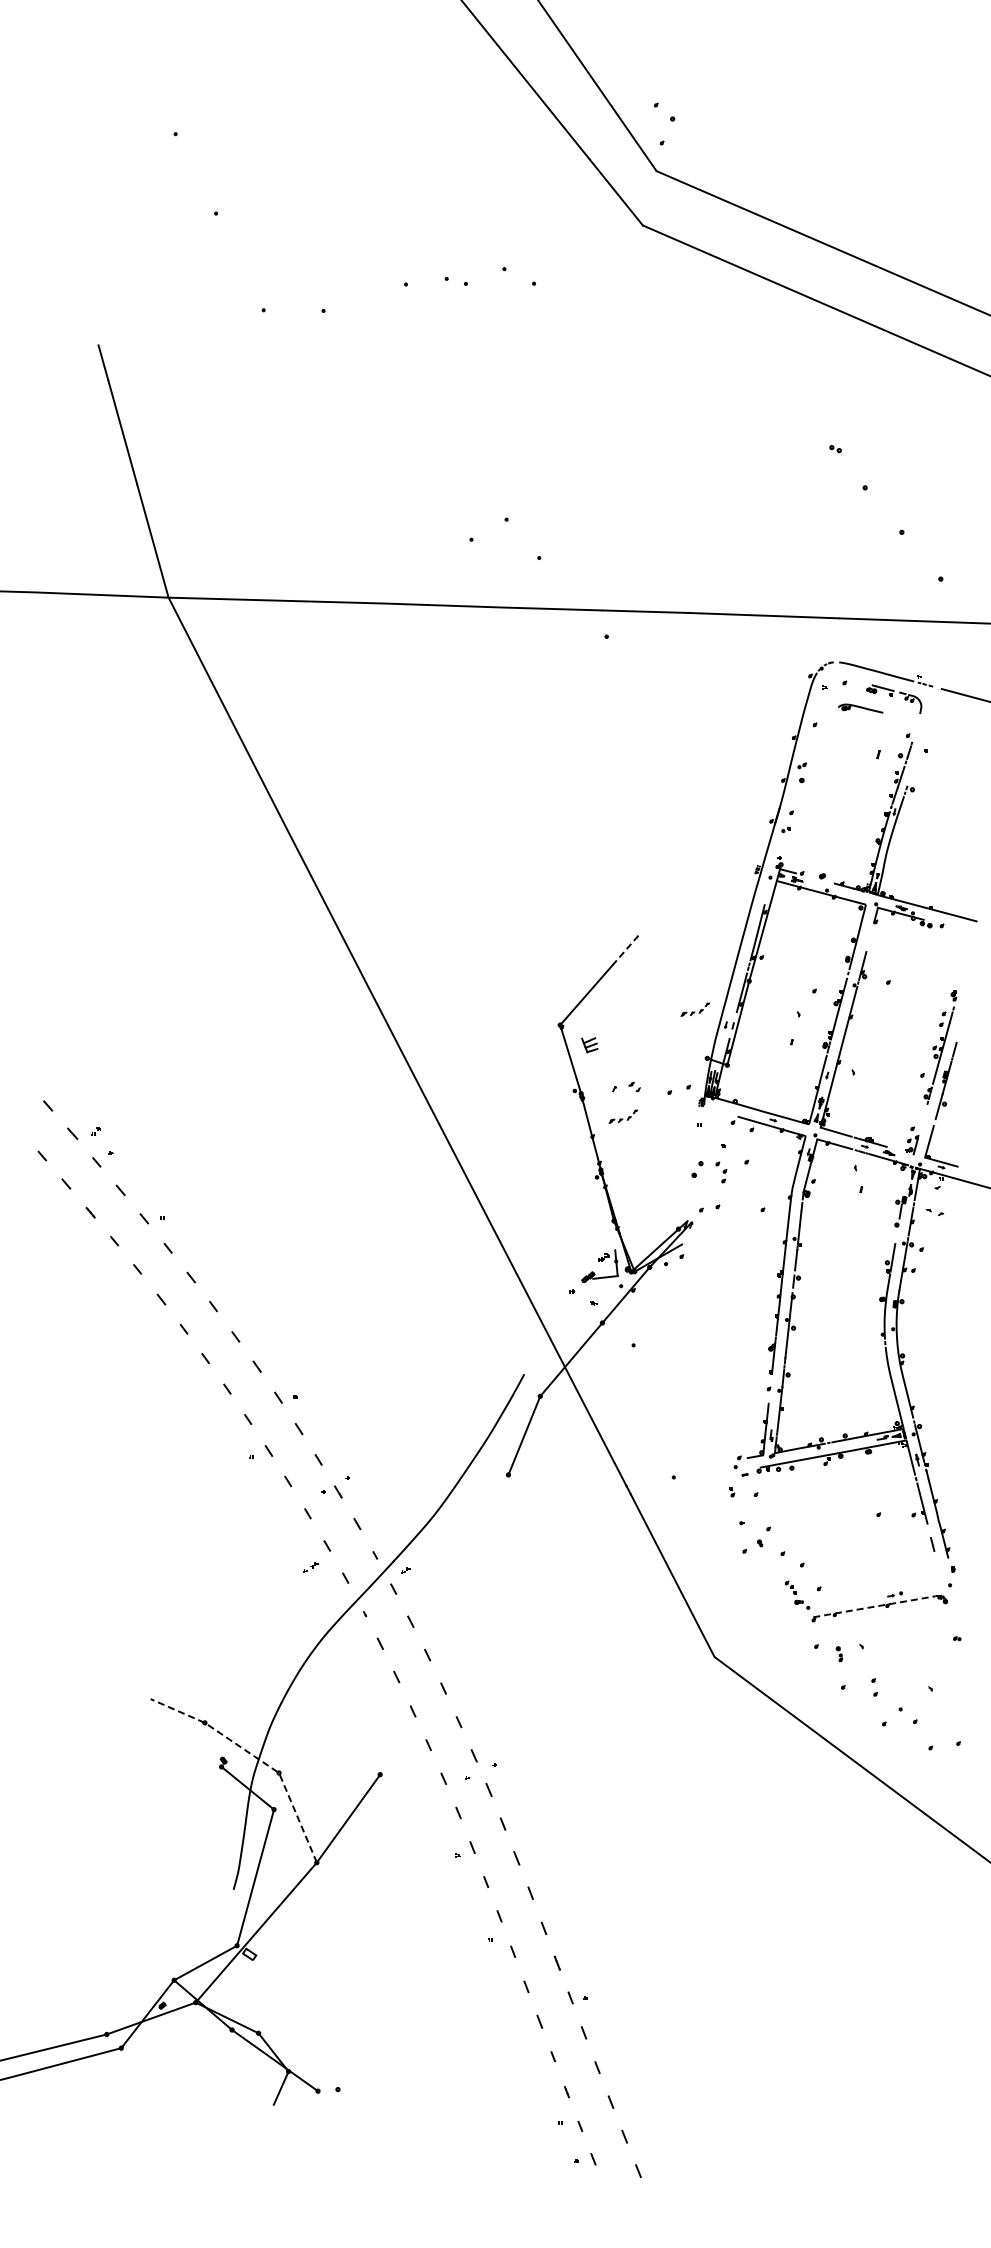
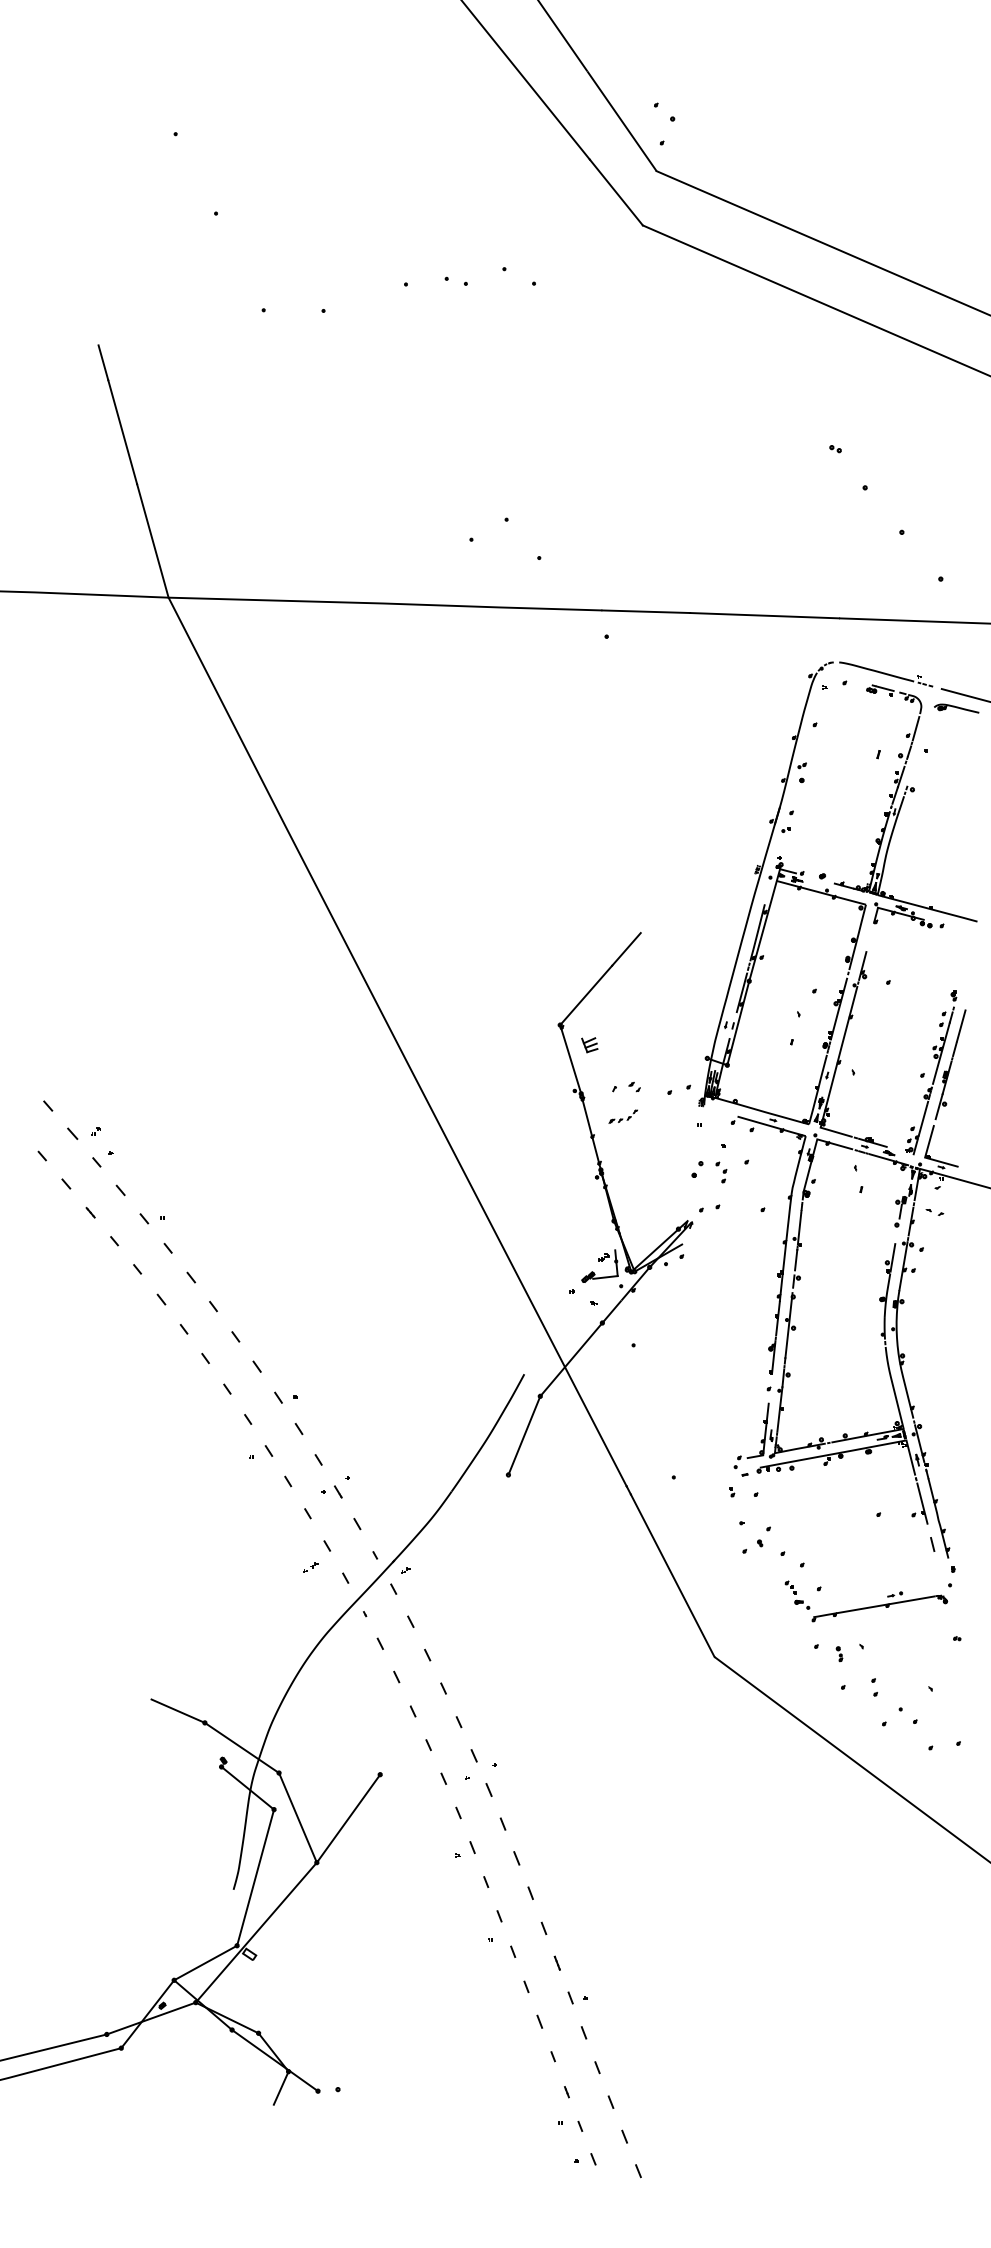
part at (860, 708) position: (860, 708) -> (956, 708)
line at (915, 728): none -> present
line at (626, 949): dashed -> solid
part at (694, 1009): present -> none
line at (960, 1025): none -> present
line at (922, 1120): none -> present
line at (873, 1606): dashed -> solid
line at (257, 1758): dashed -> solid
